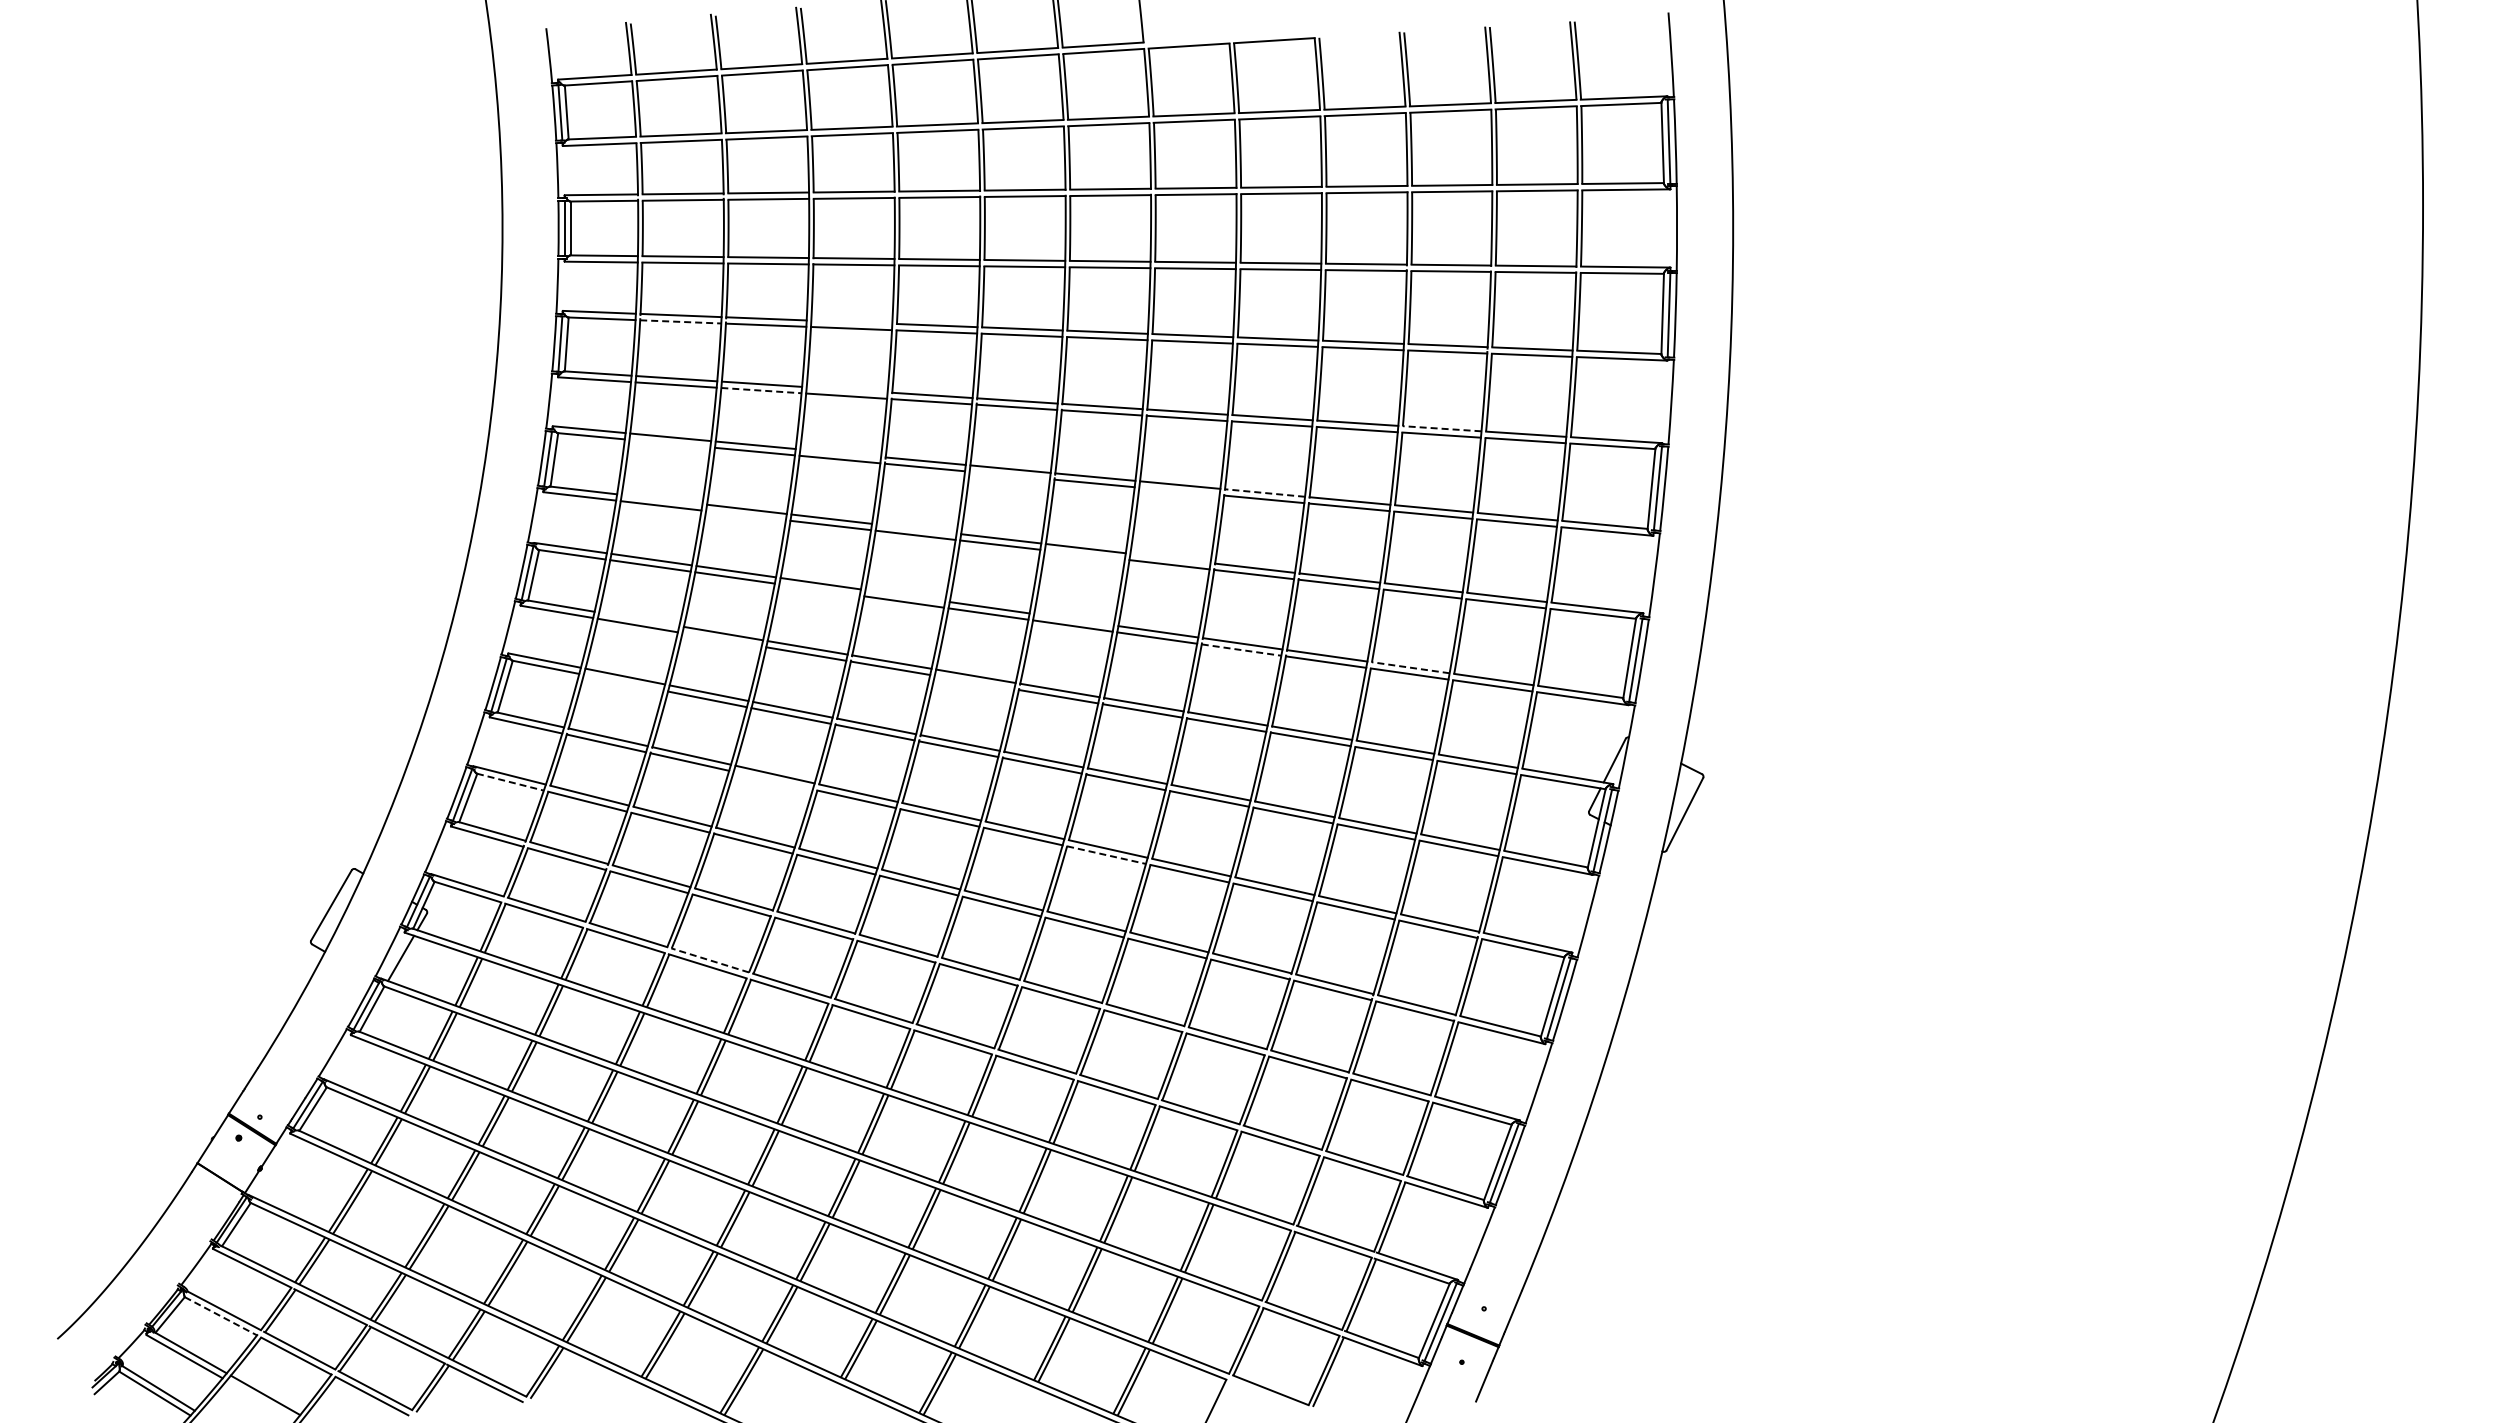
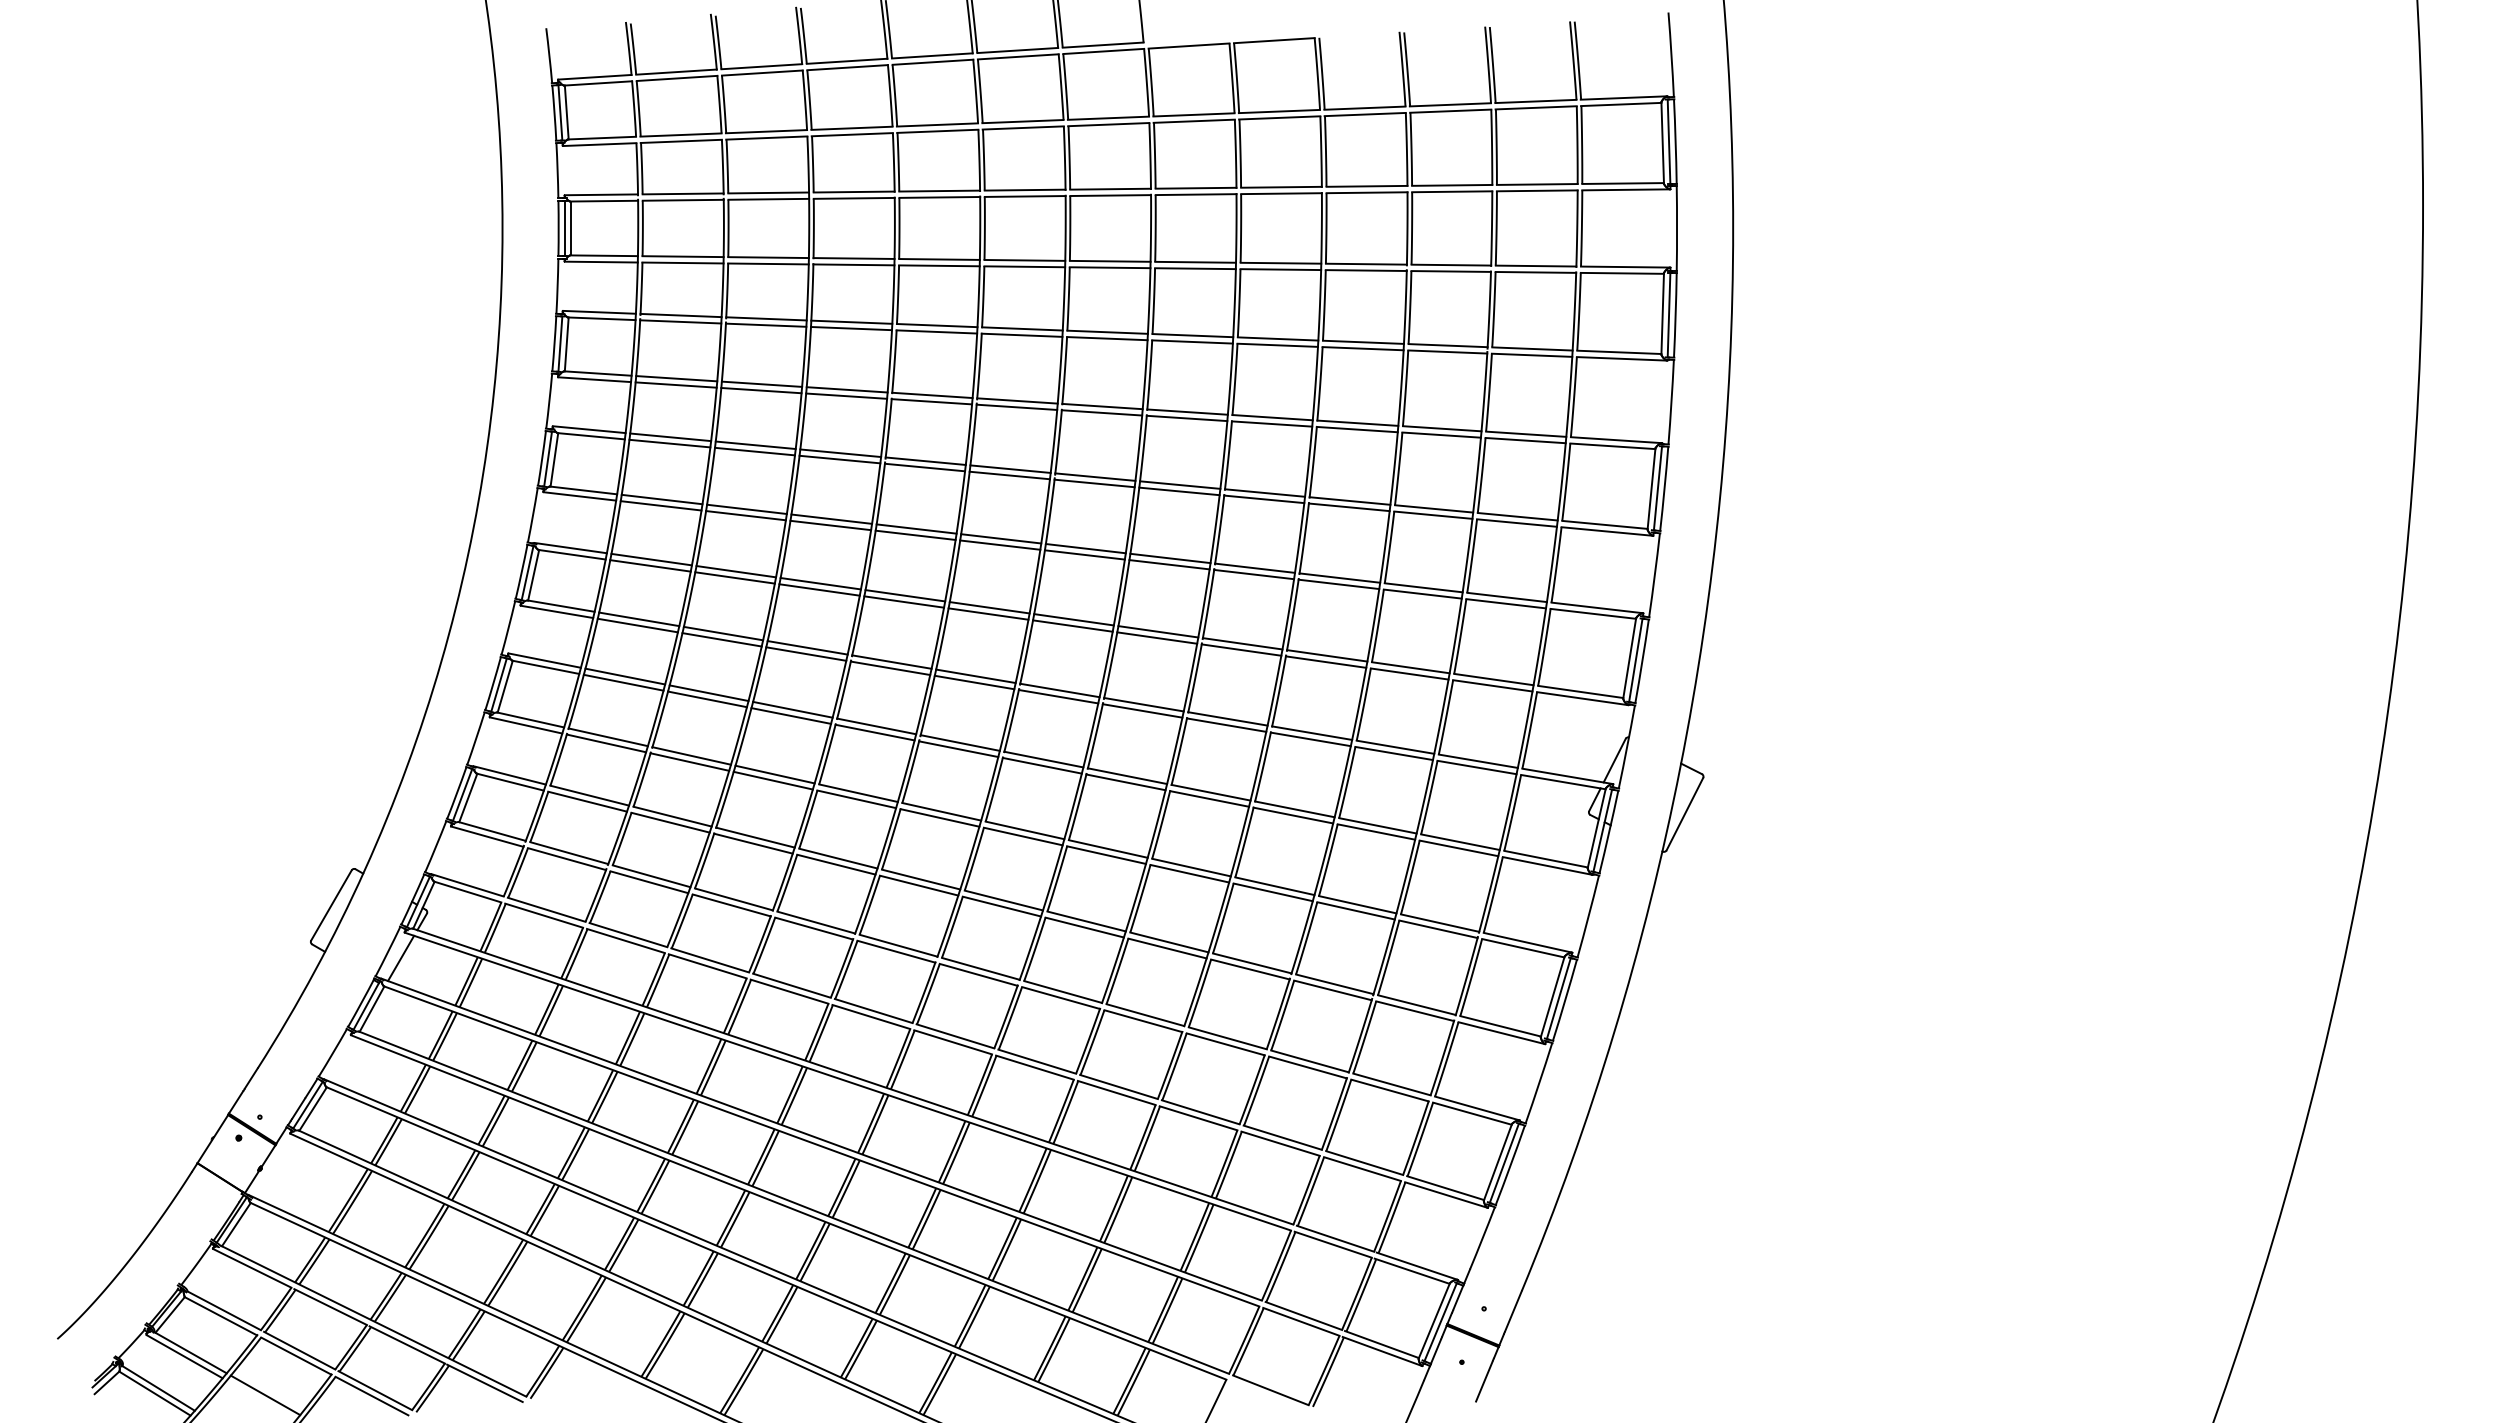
line at (680, 321): dashed -> solid
line at (851, 321): none -> present
line at (846, 389): none -> present
line at (761, 390): dashed -> solid
line at (1441, 428): dashed -> solid
line at (669, 443): none -> present
line at (840, 453): none -> present
line at (1009, 475): none -> present
line at (1179, 491): none -> present
line at (1264, 492): dashed -> solid
line at (661, 499): none -> present
line at (745, 515): none -> present
line at (916, 528): none -> present
line at (1084, 554): none -> present
line at (1170, 558): none -> present
line at (819, 589): none -> present
line at (905, 595): none -> present
line at (639, 619): none -> present
line at (1073, 619): none -> present
line at (721, 639): none -> present
line at (1242, 650): dashed -> solid
line at (1410, 667): dashed -> solid
line at (623, 682): none -> present
line at (974, 682): none -> present
line at (772, 780): none -> present
line at (510, 782): dashed -> solid
line at (1107, 855): dashed -> solid
line at (710, 960): dashed -> solid
line at (220, 1316): dashed -> solid
